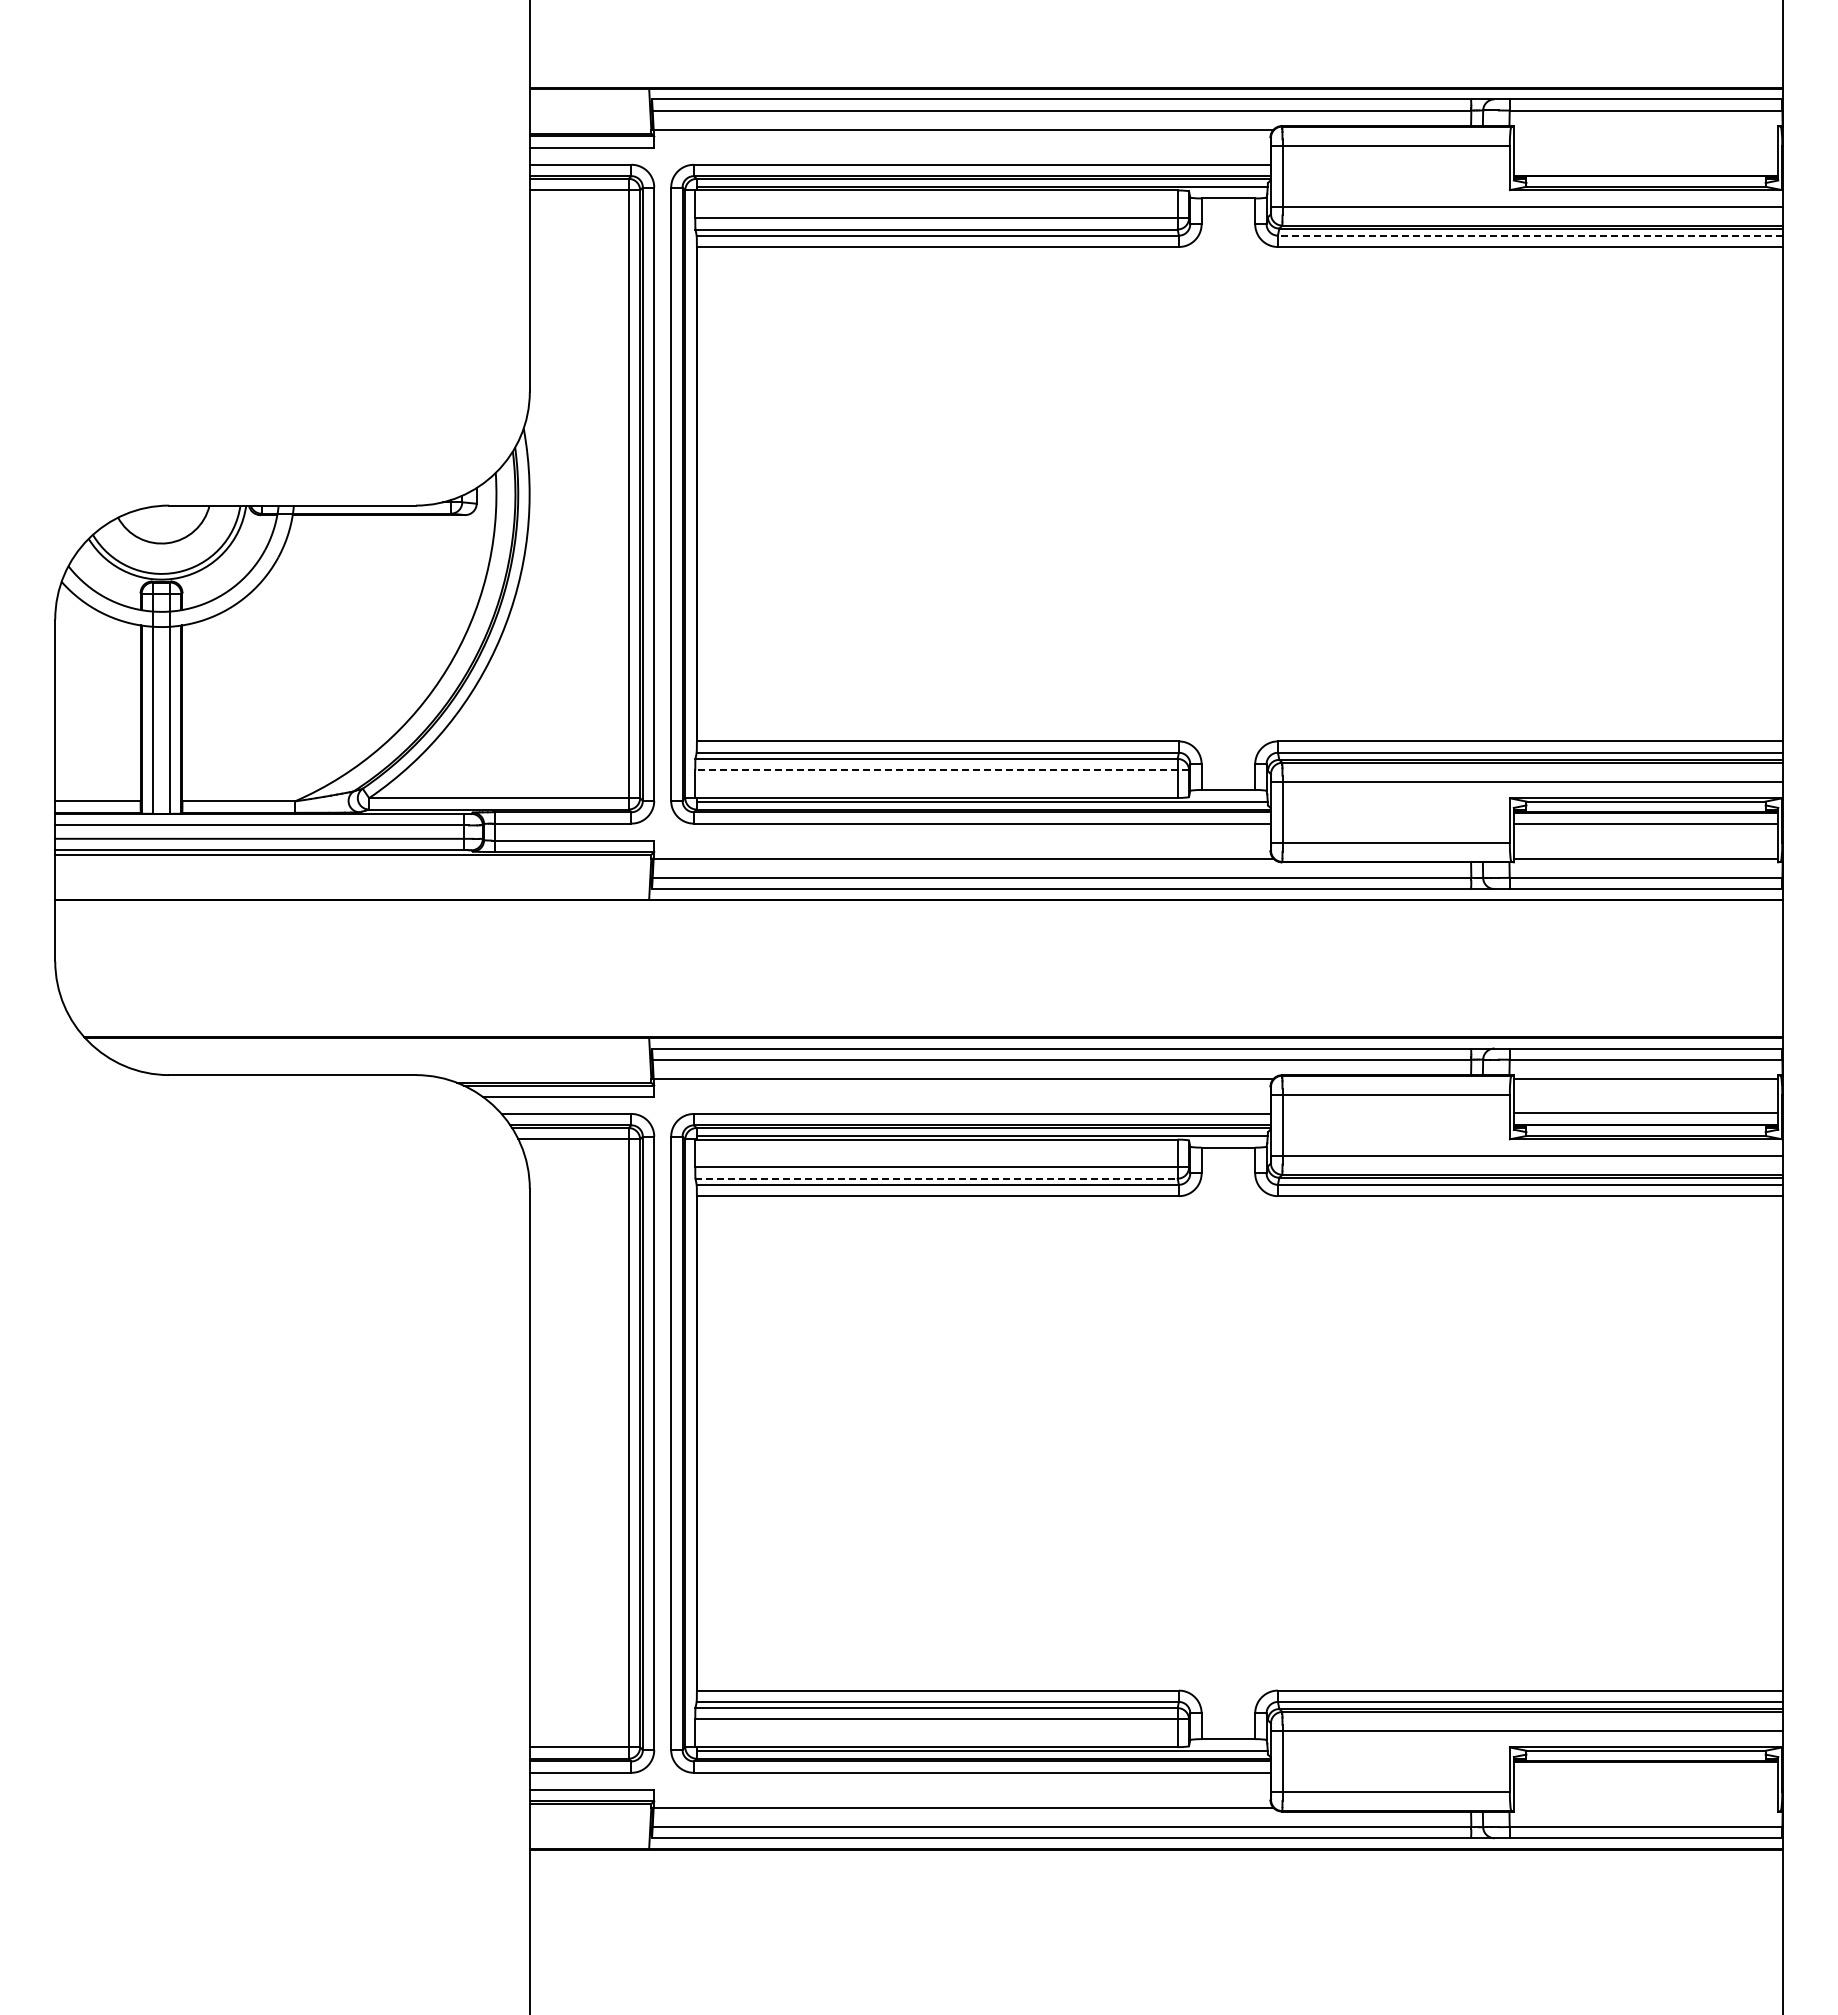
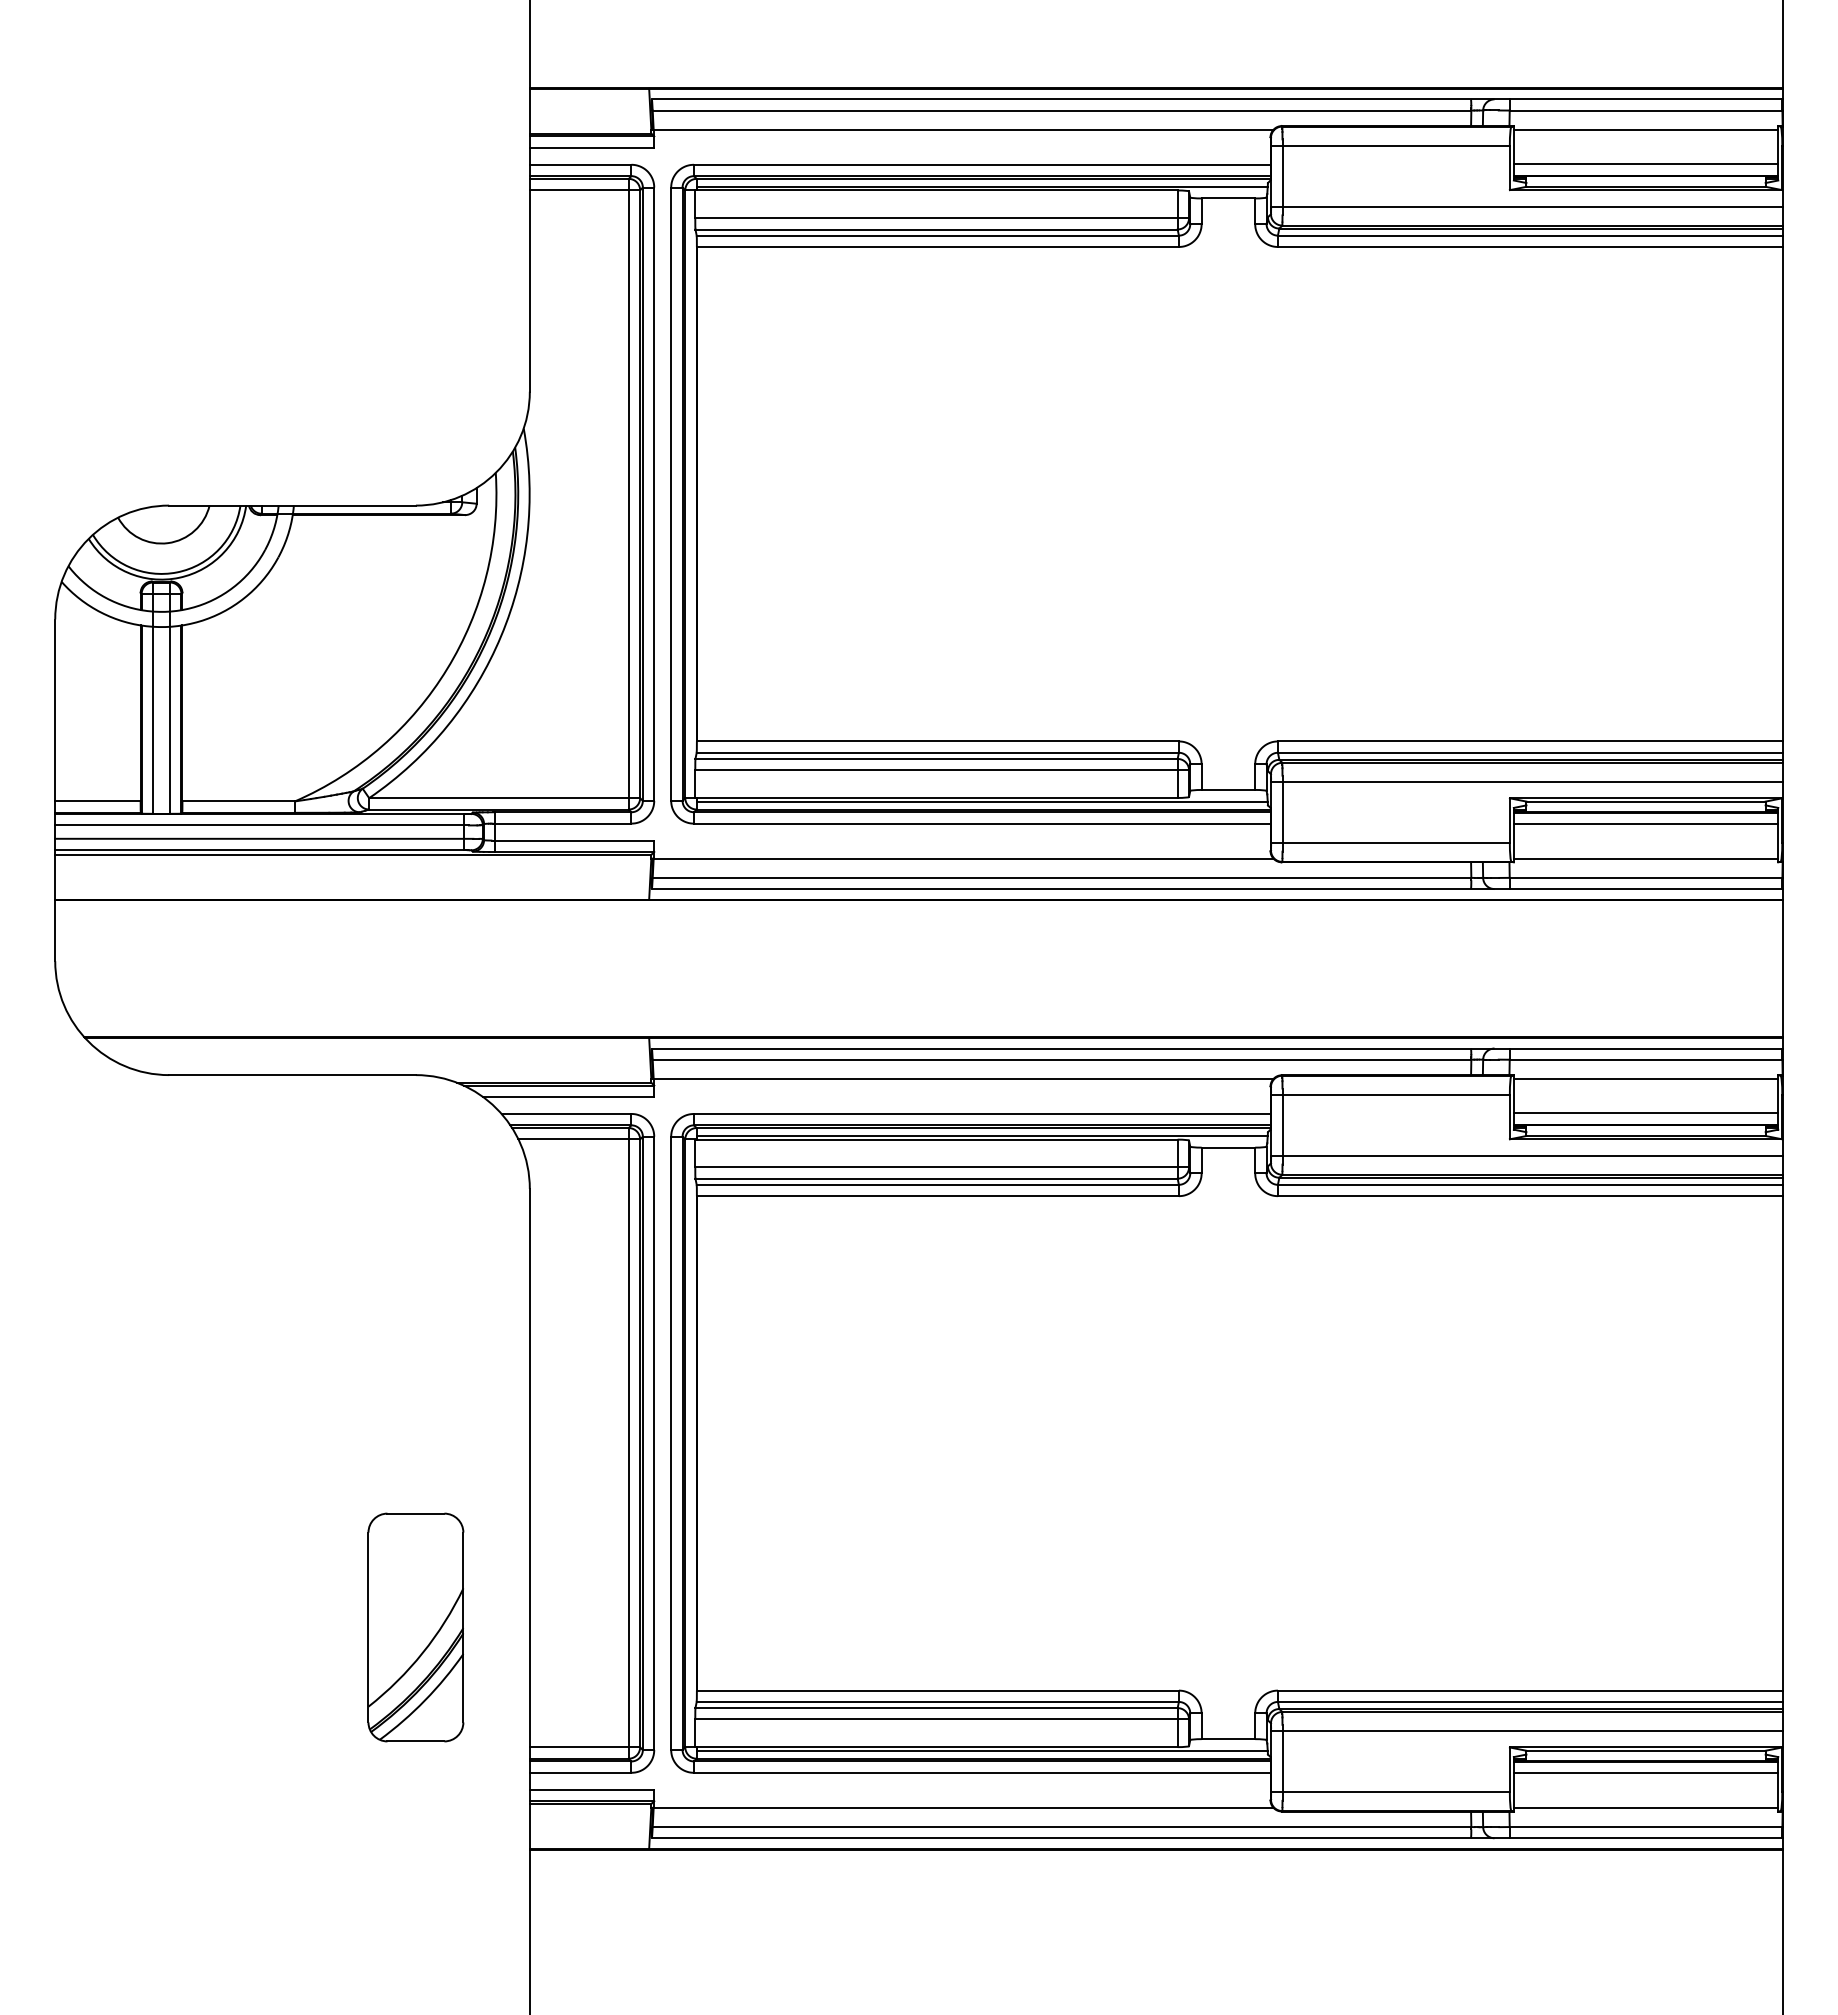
line at (1645, 129): none -> present
line at (1645, 164): none -> present
line at (1529, 235): dashed -> solid
line at (942, 770): dashed -> solid
line at (937, 1178): dashed -> solid
part at (415, 1627): none -> present
line at (1645, 1773): none -> present
line at (1645, 1807): none -> present
